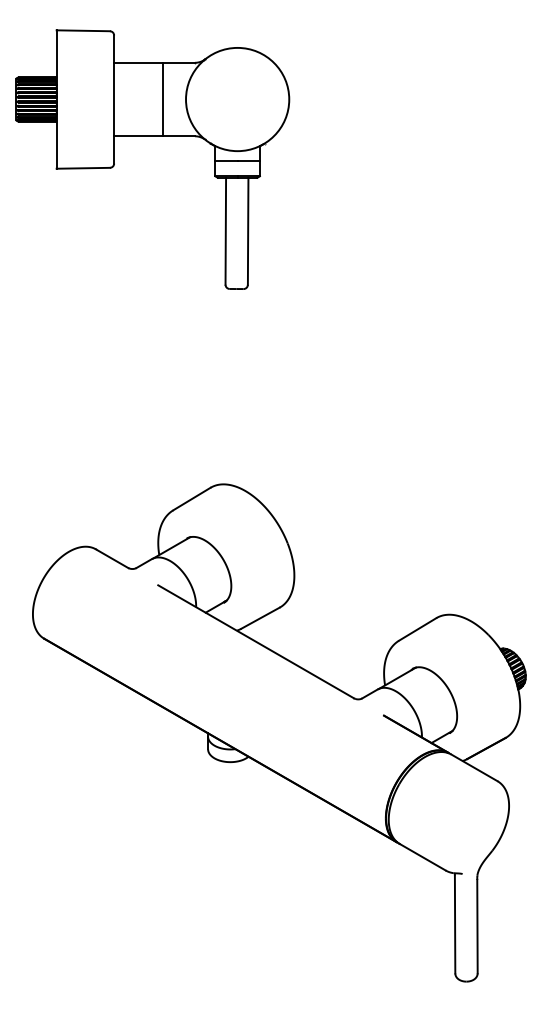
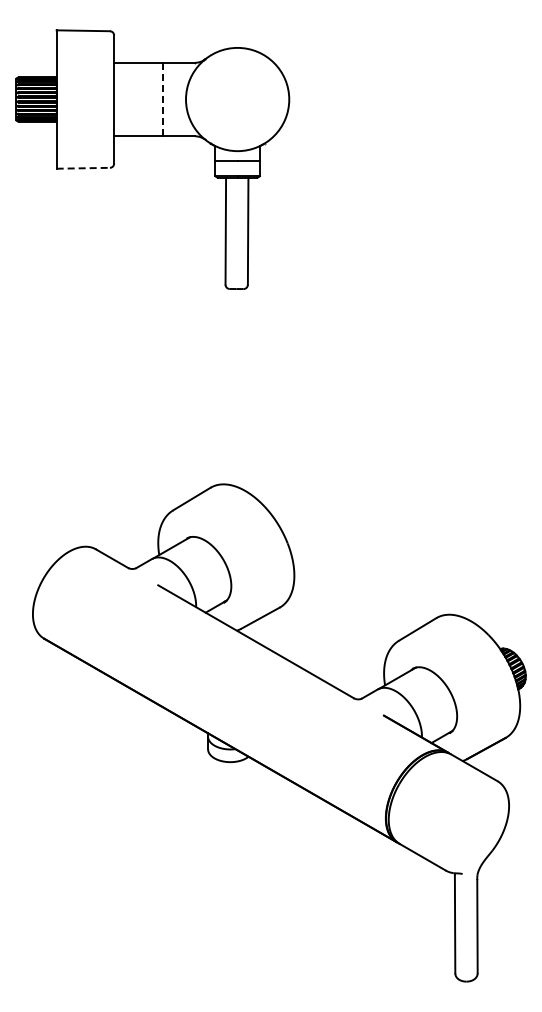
line at (163, 99): solid -> dashed
line at (83, 168): solid -> dashed
